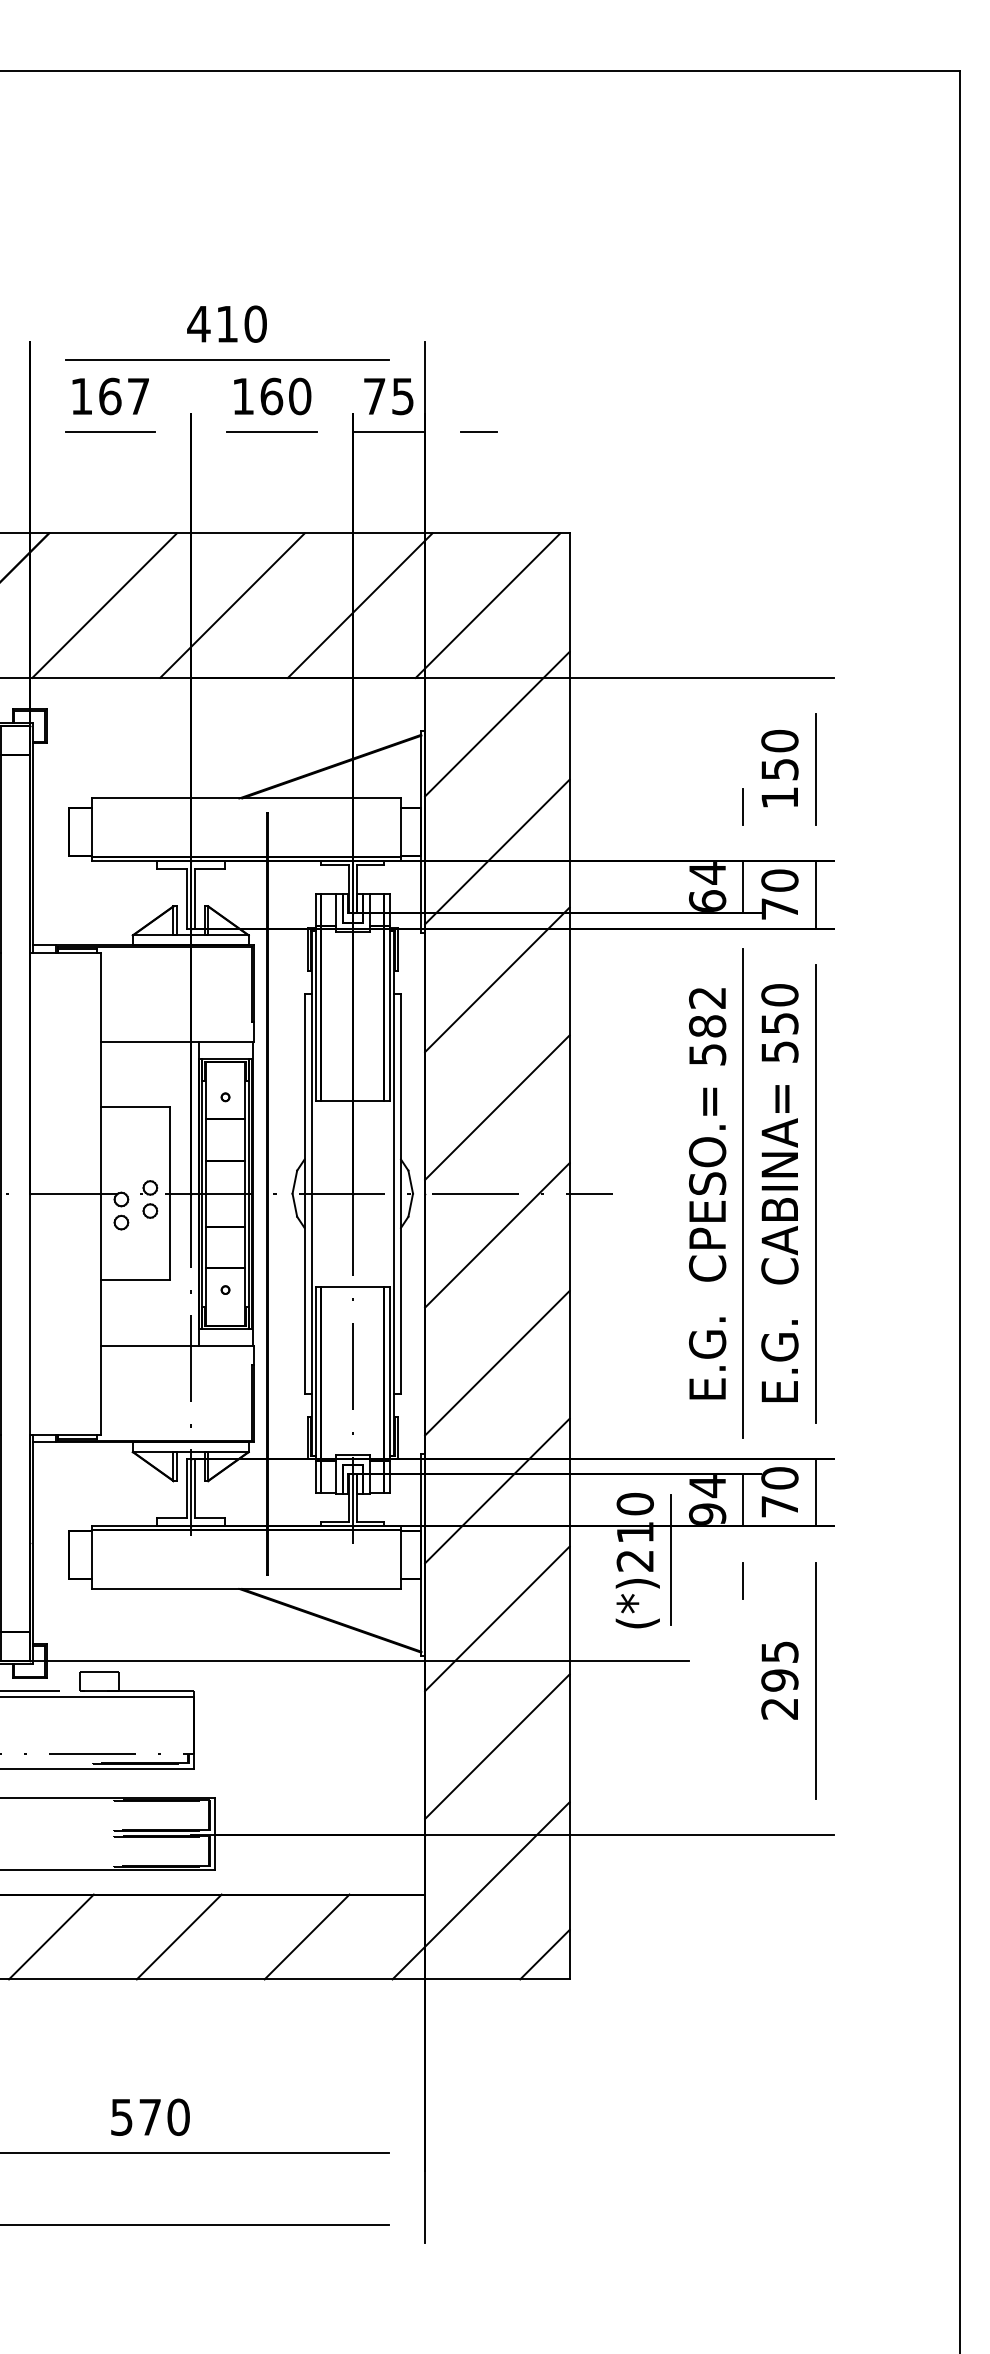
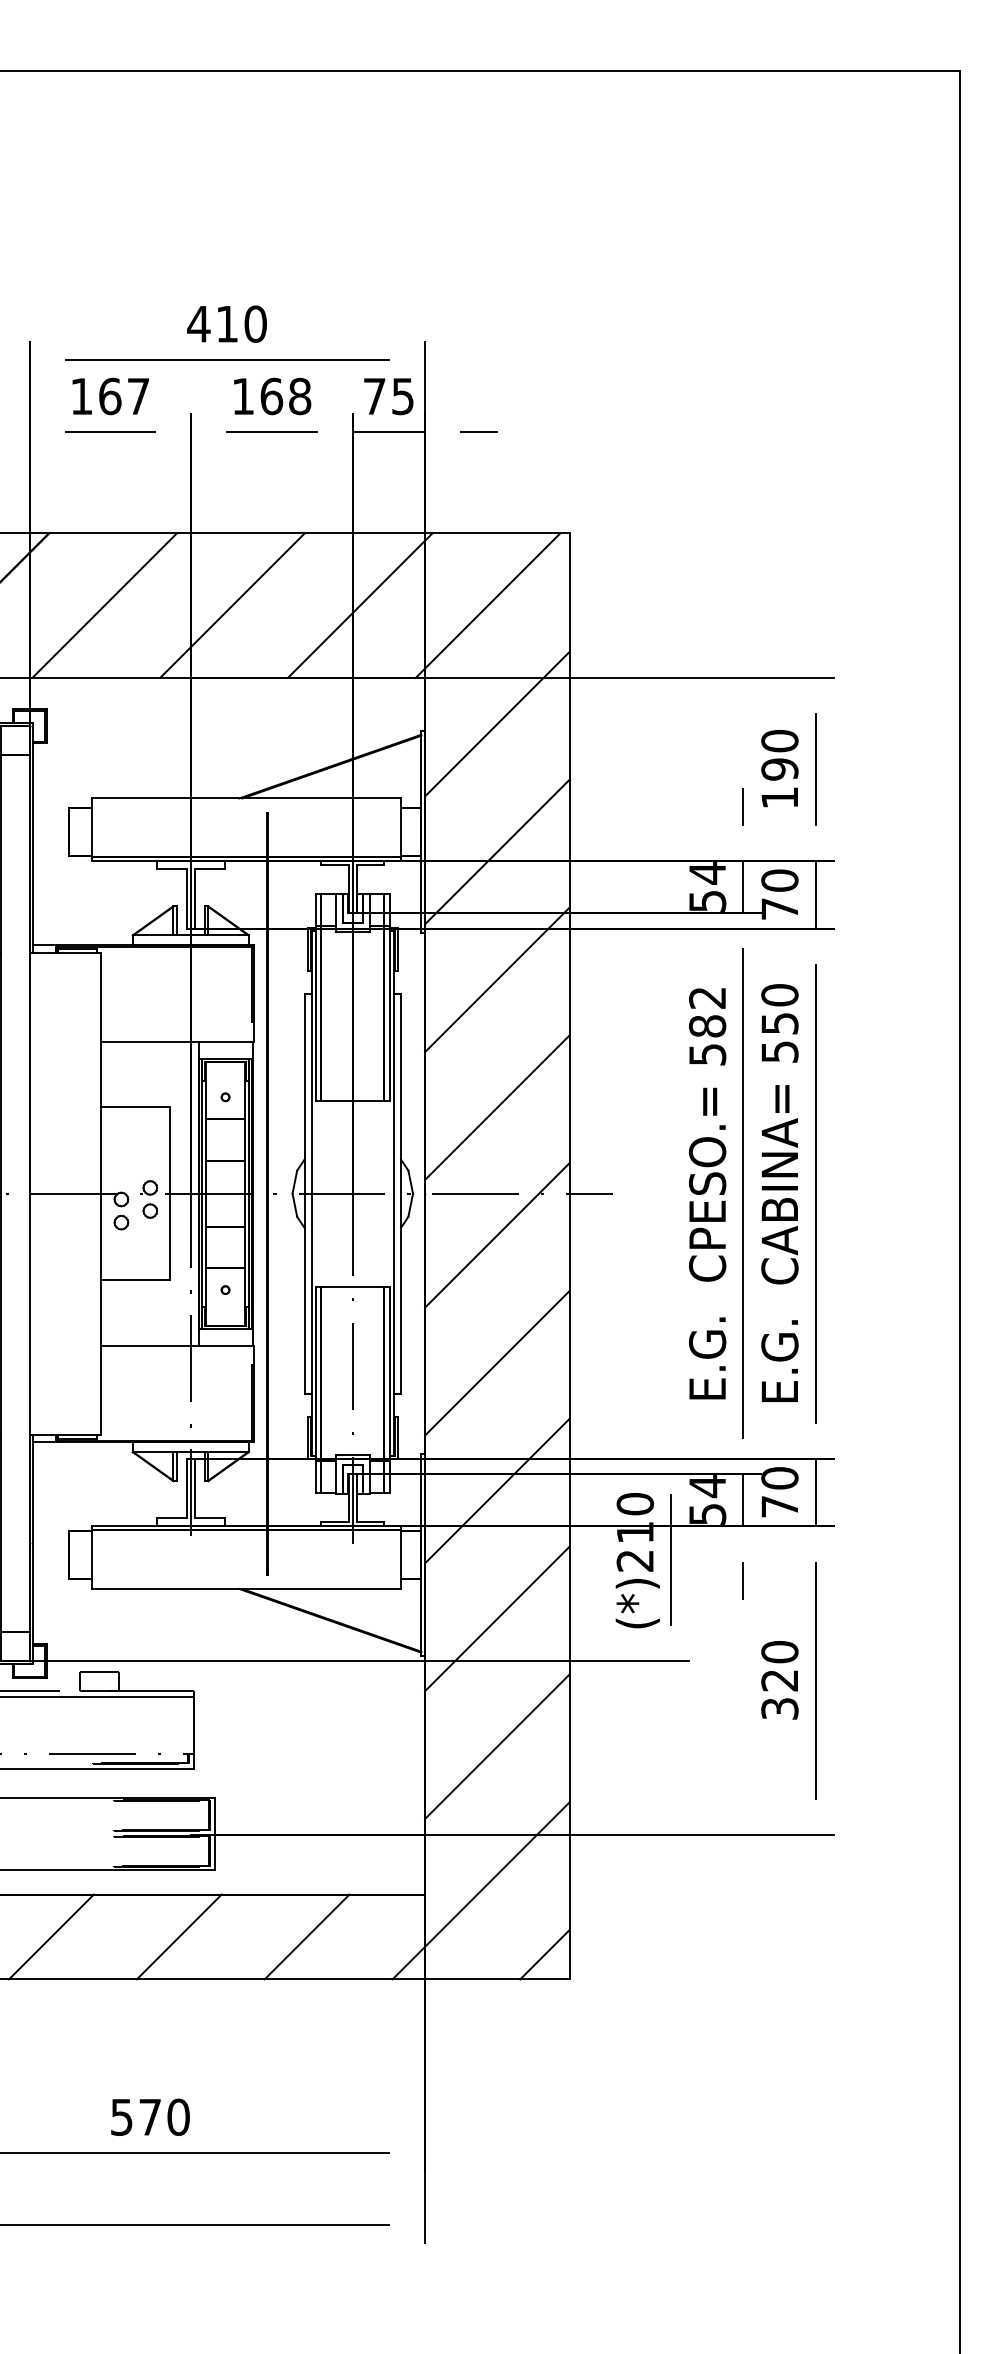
text at (300, 396): 160 -> 168
text at (779, 769): 150 -> 190
text at (707, 900): 64 -> 54
text at (707, 1513): 94 -> 54
text at (779, 1680): 295 -> 320
